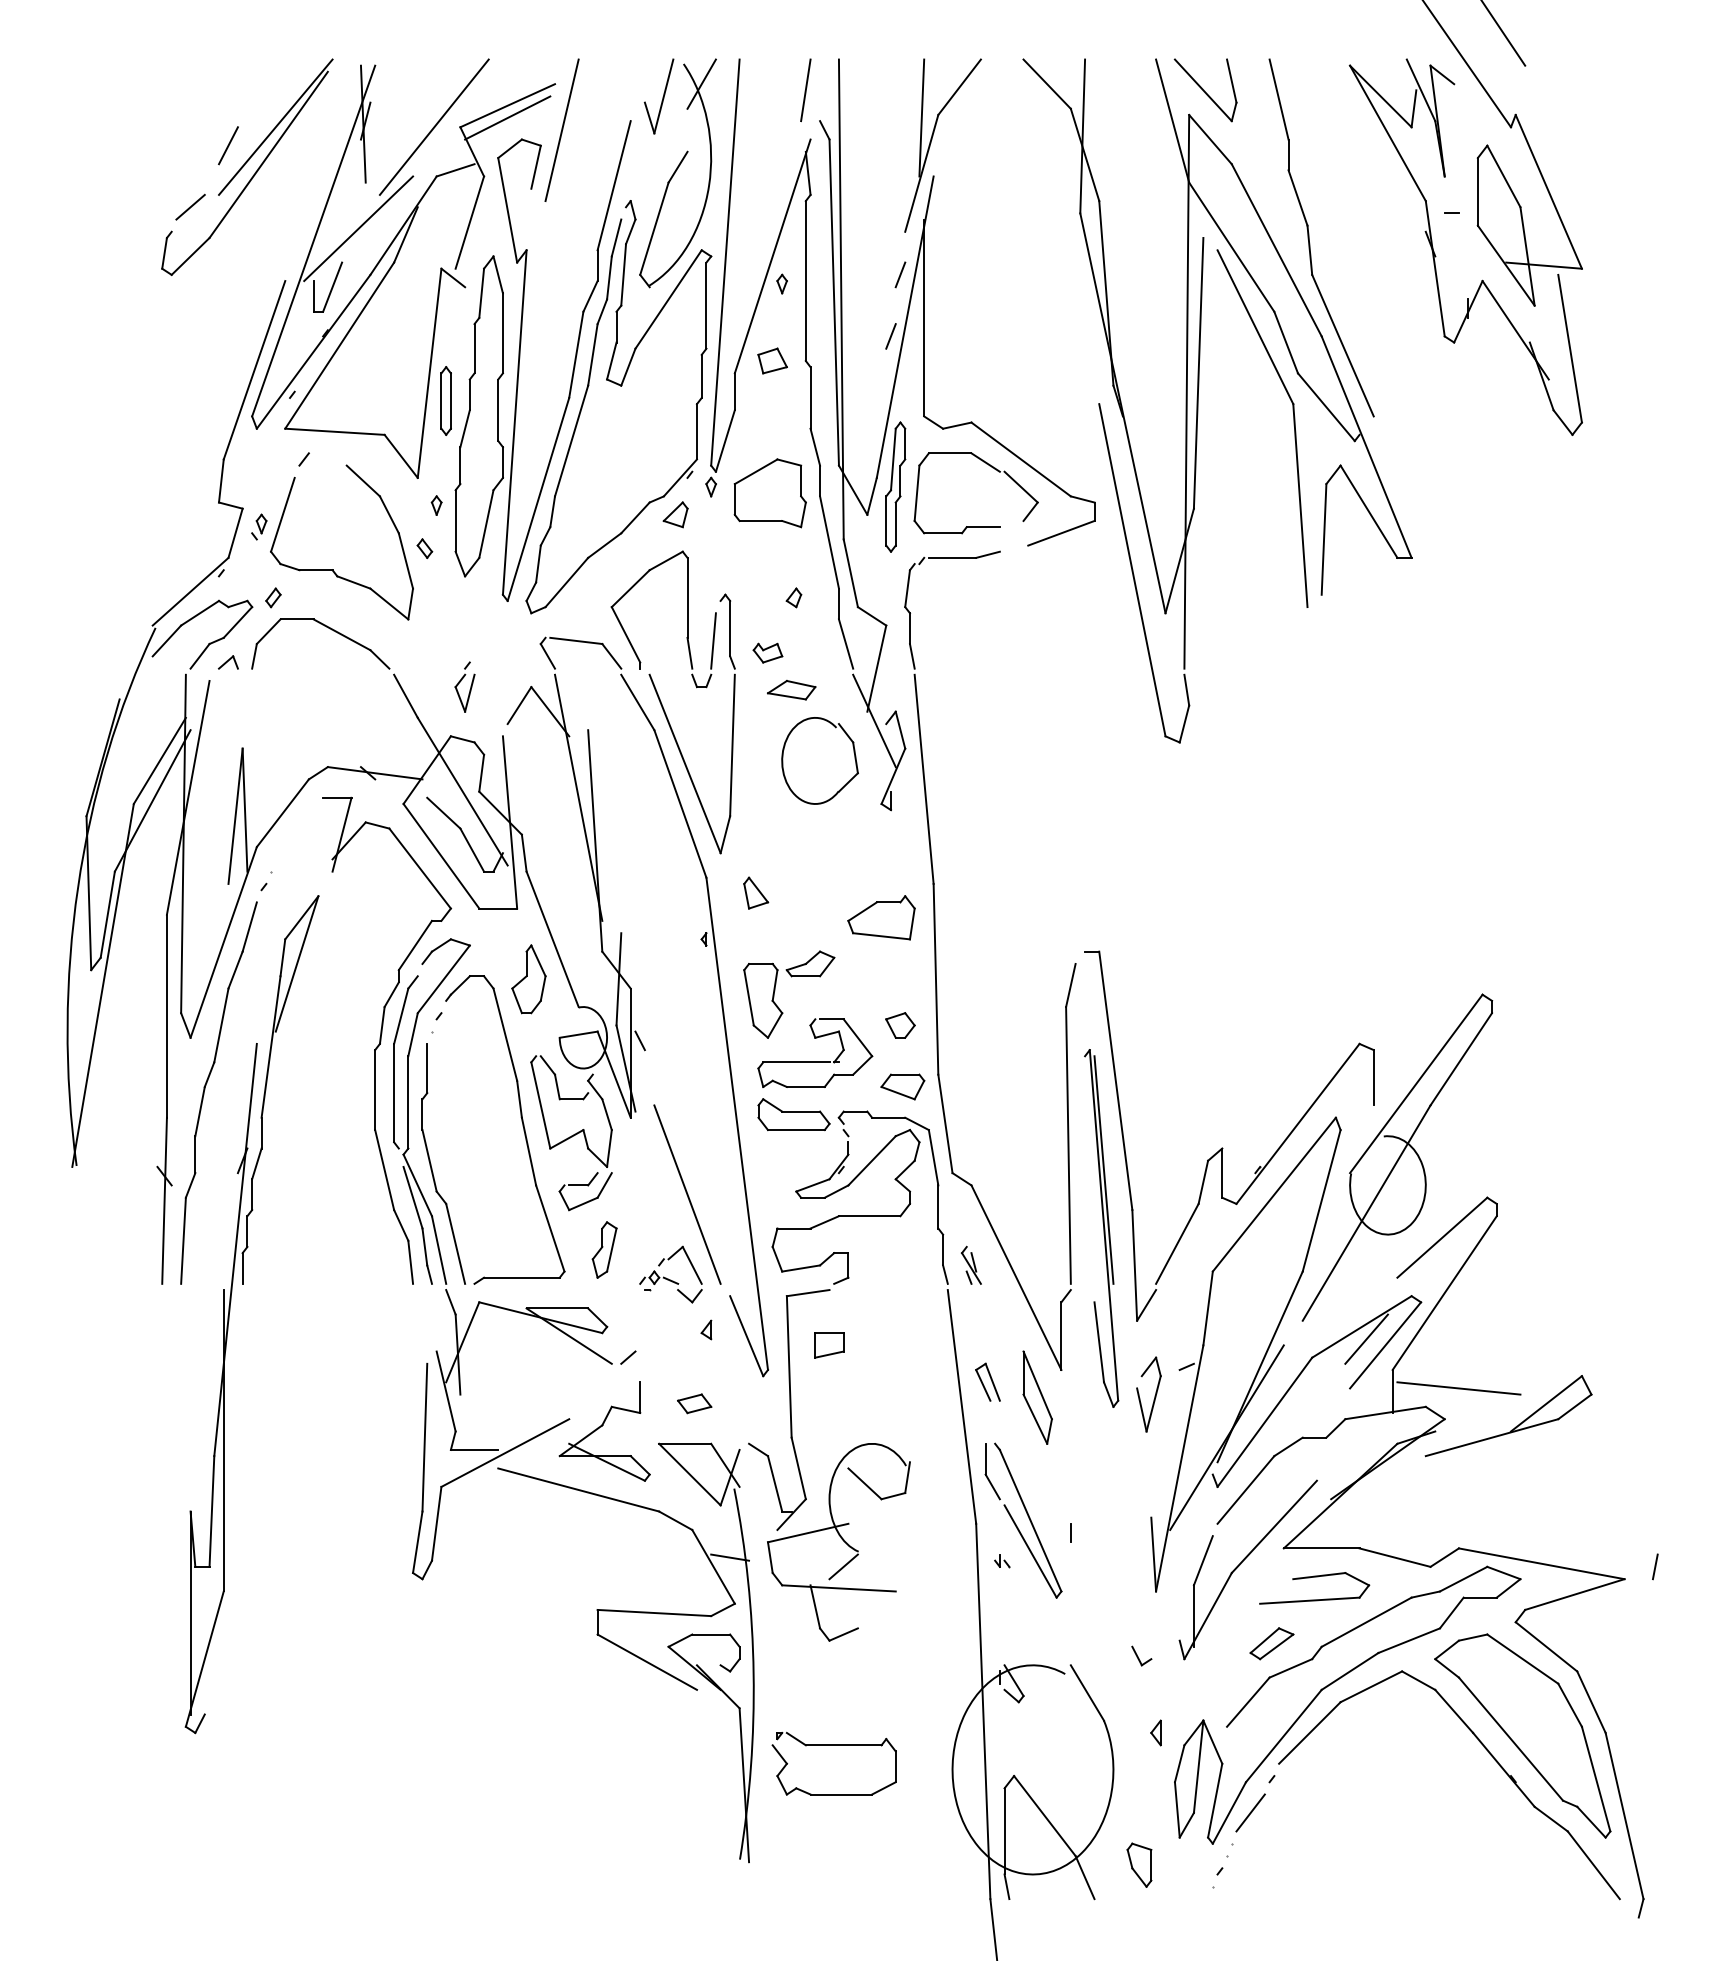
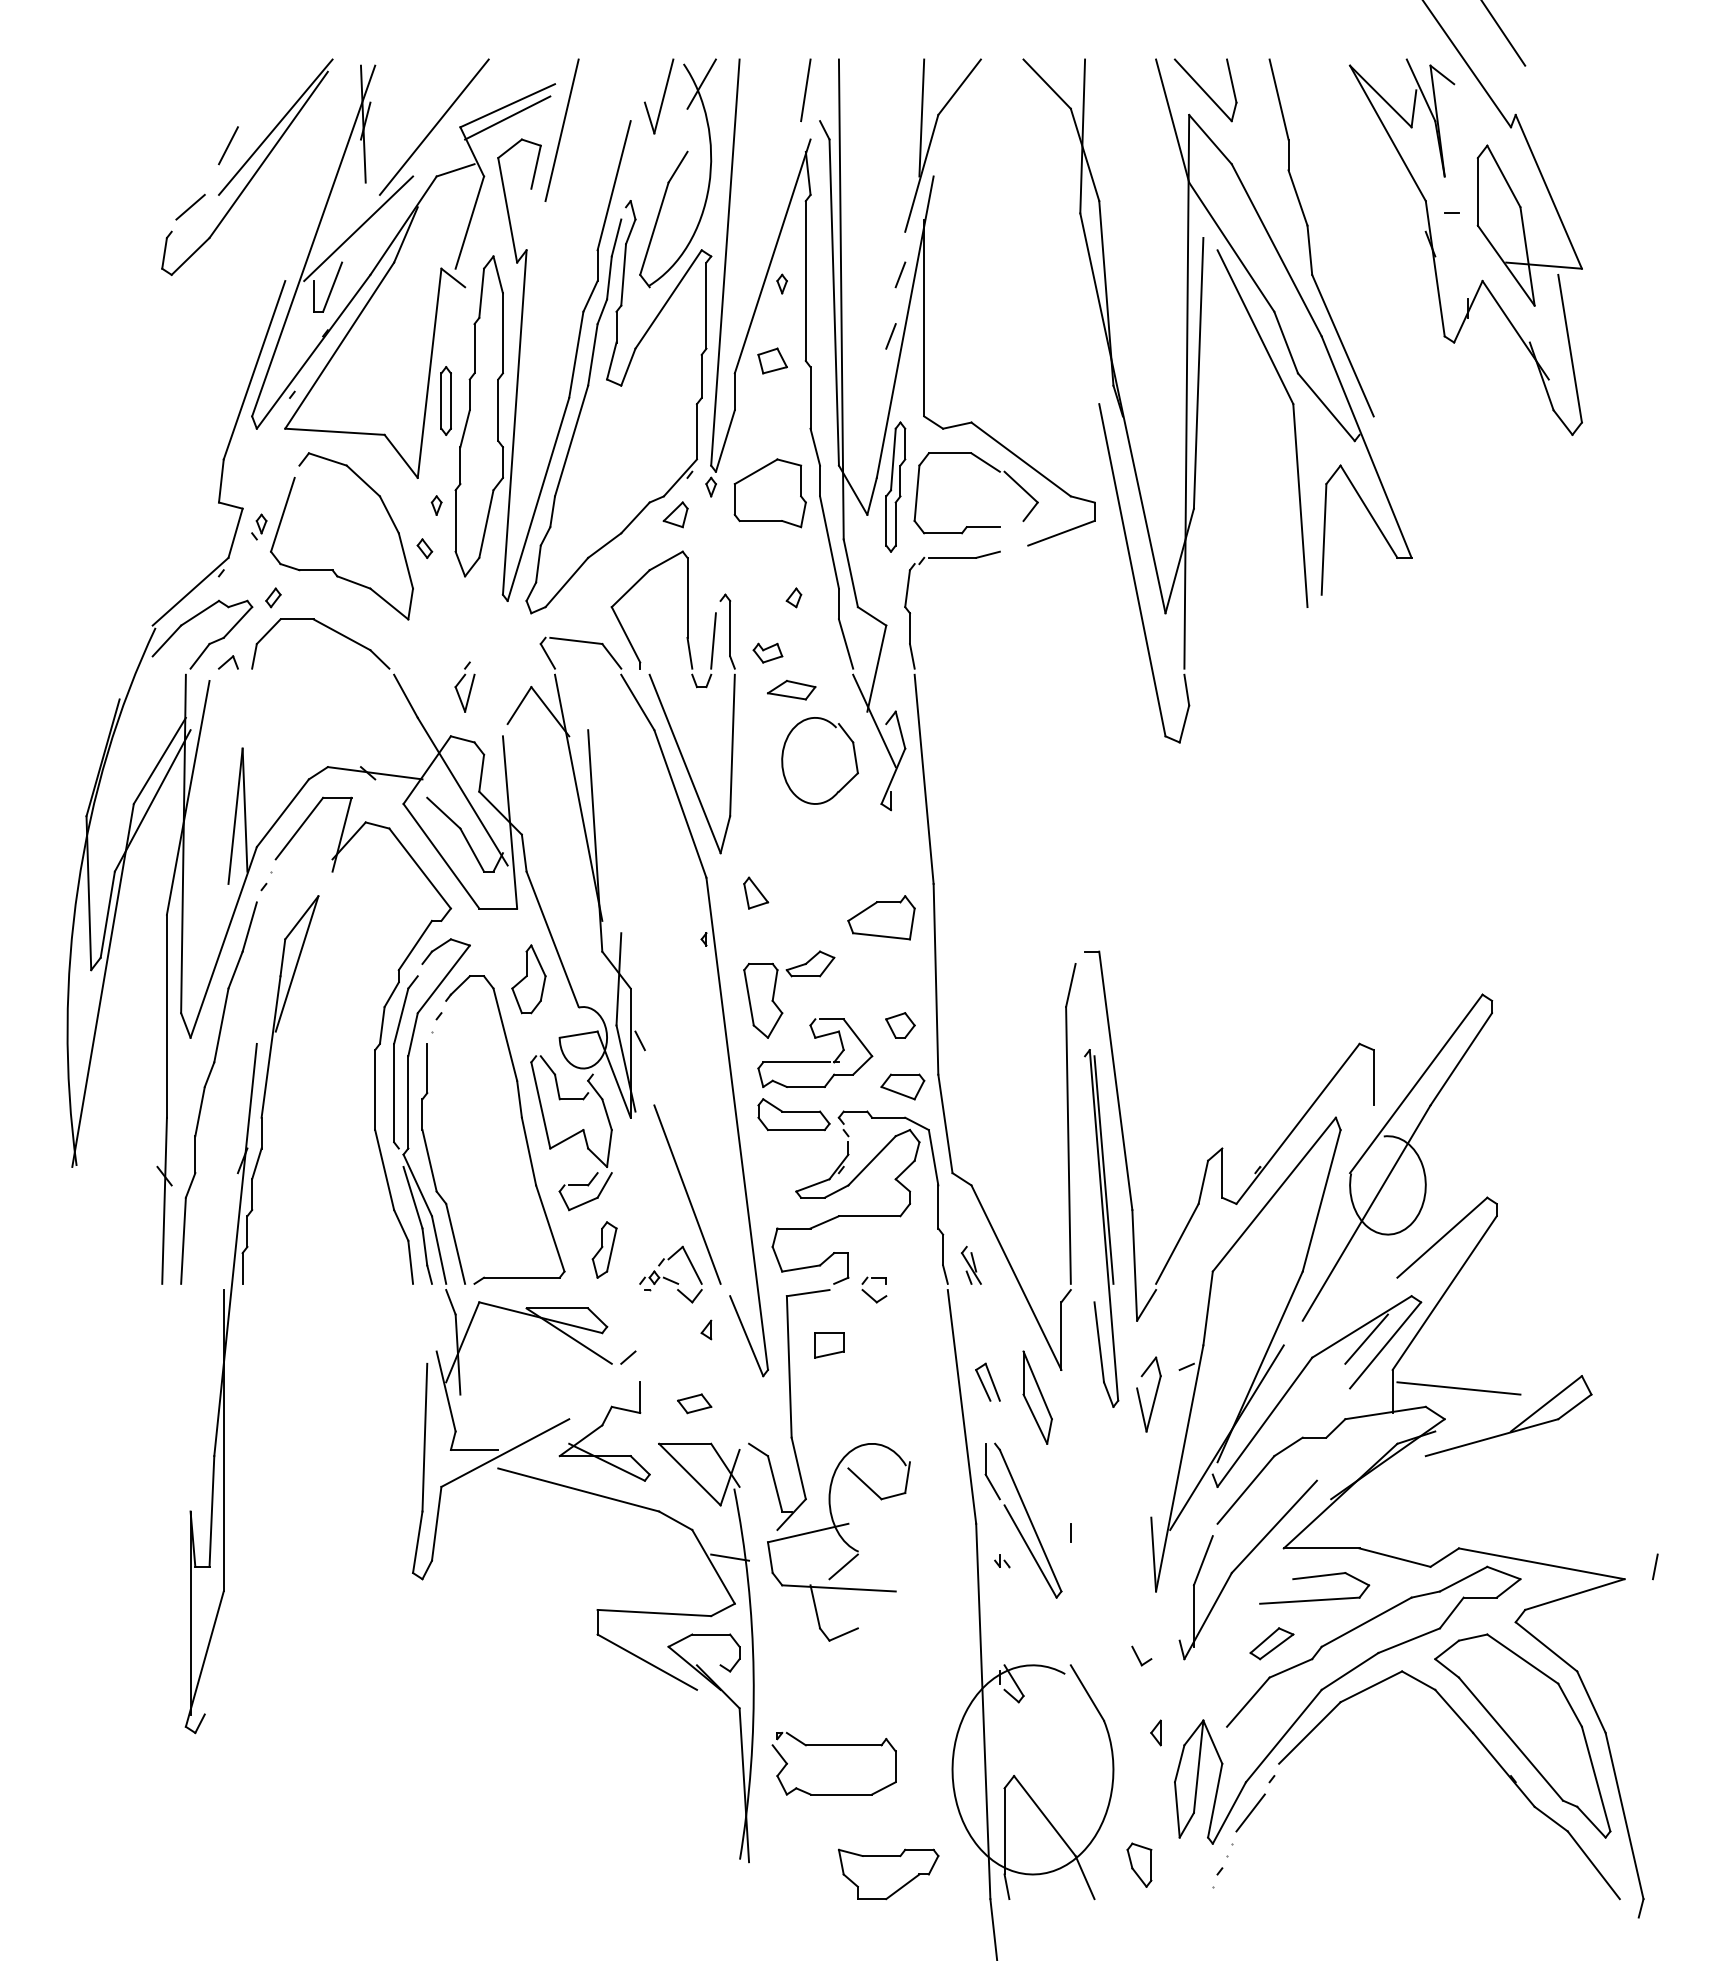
line at (327, 459): none -> present
line at (299, 828): none -> present
part at (869, 1294): none -> present
part at (888, 1874): none -> present
